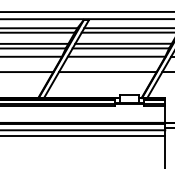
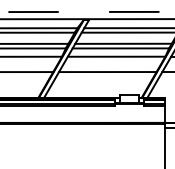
line at (86, 11): solid -> dashed
line at (83, 130): present -> none
line at (83, 135): present -> none
